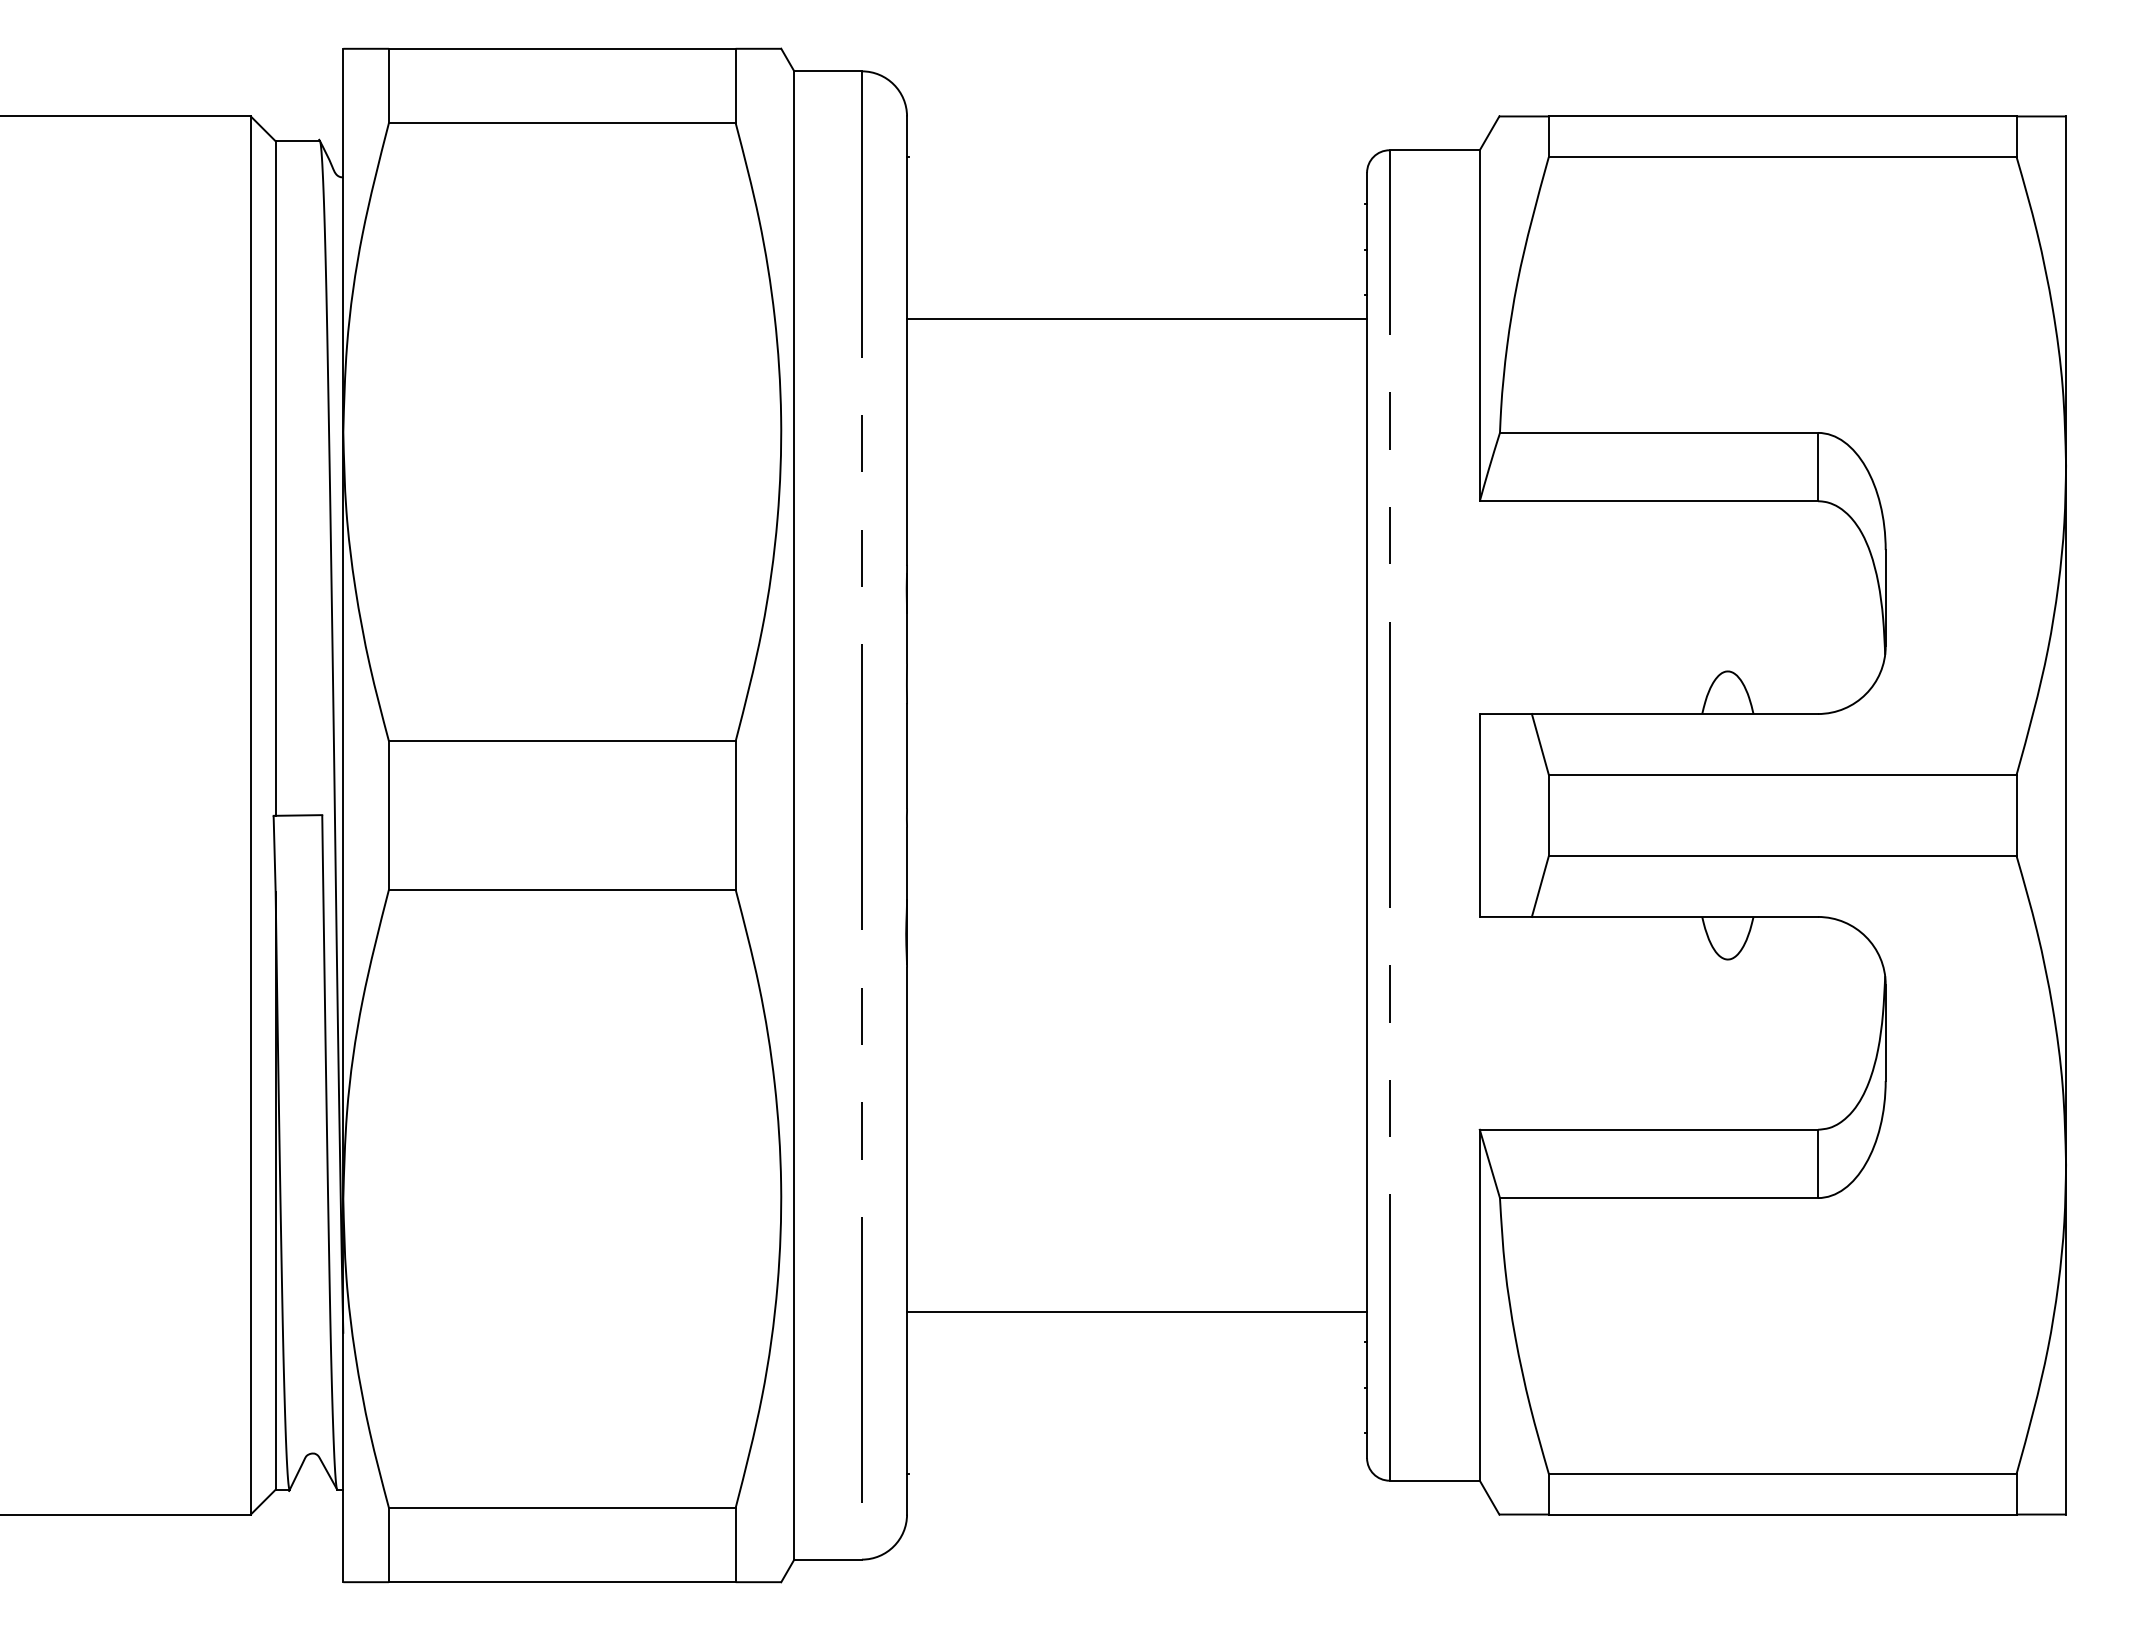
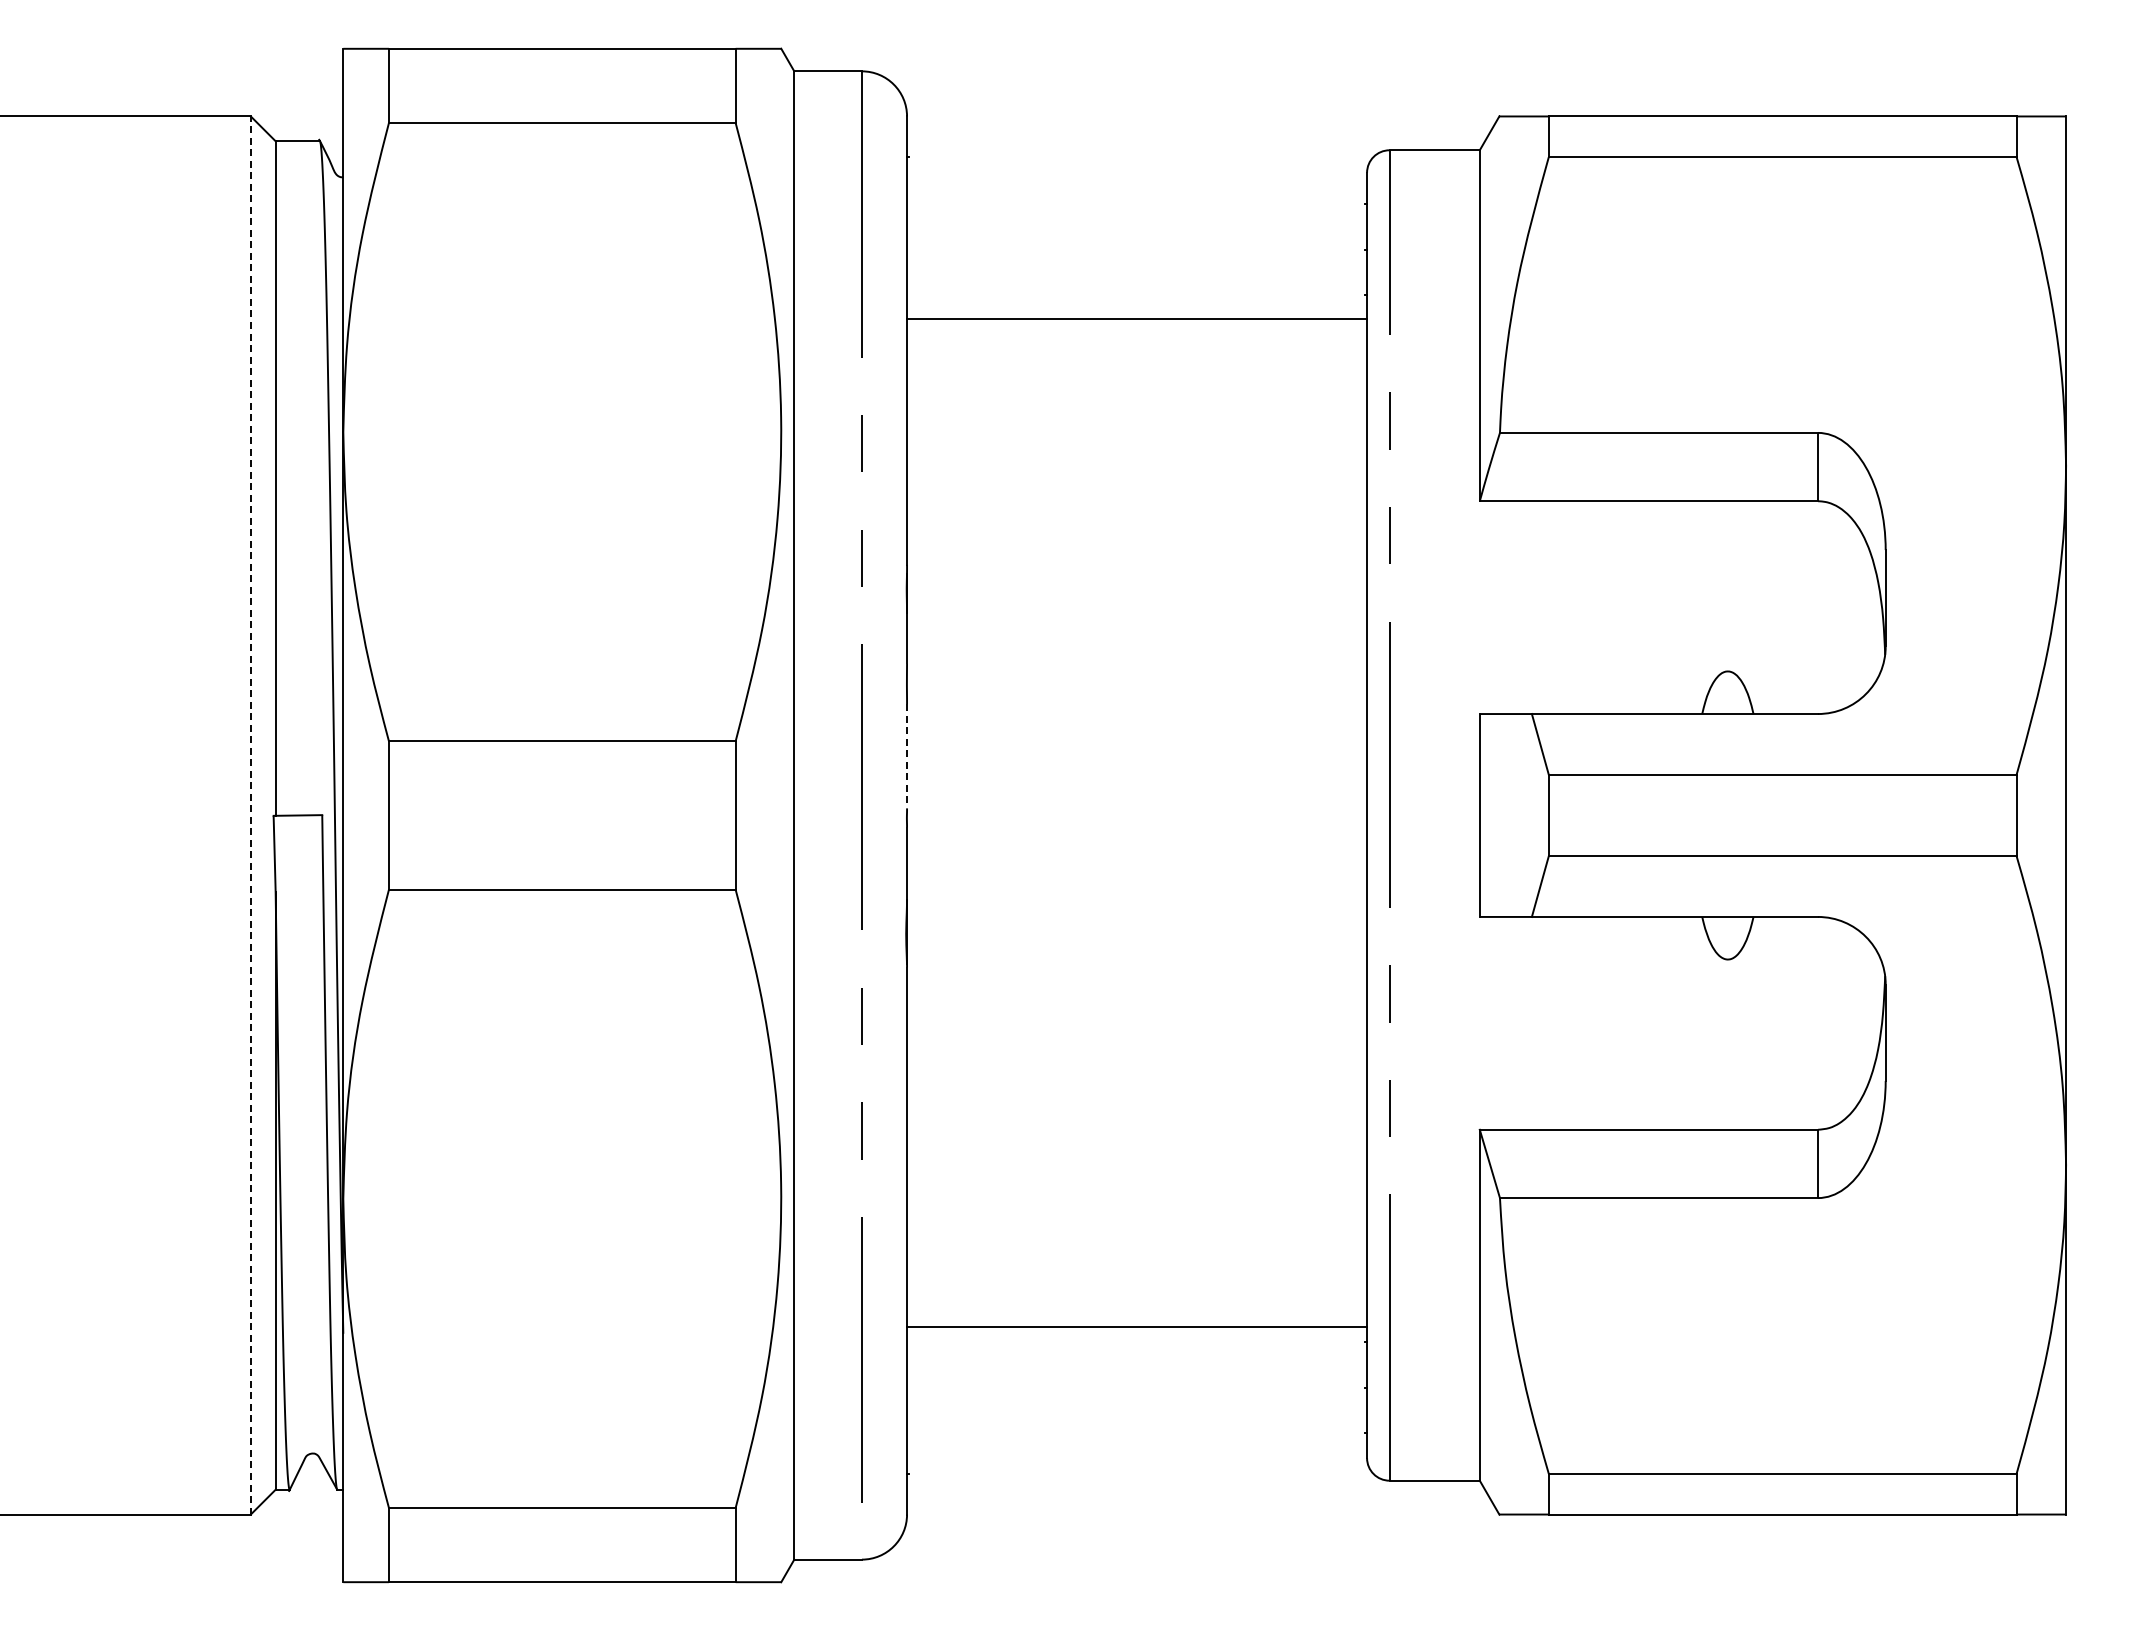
line at (907, 756): solid -> dashed
line at (250, 815): solid -> dashed
line at (1137, 1311) position: (1137, 1311) -> (1137, 1326)
